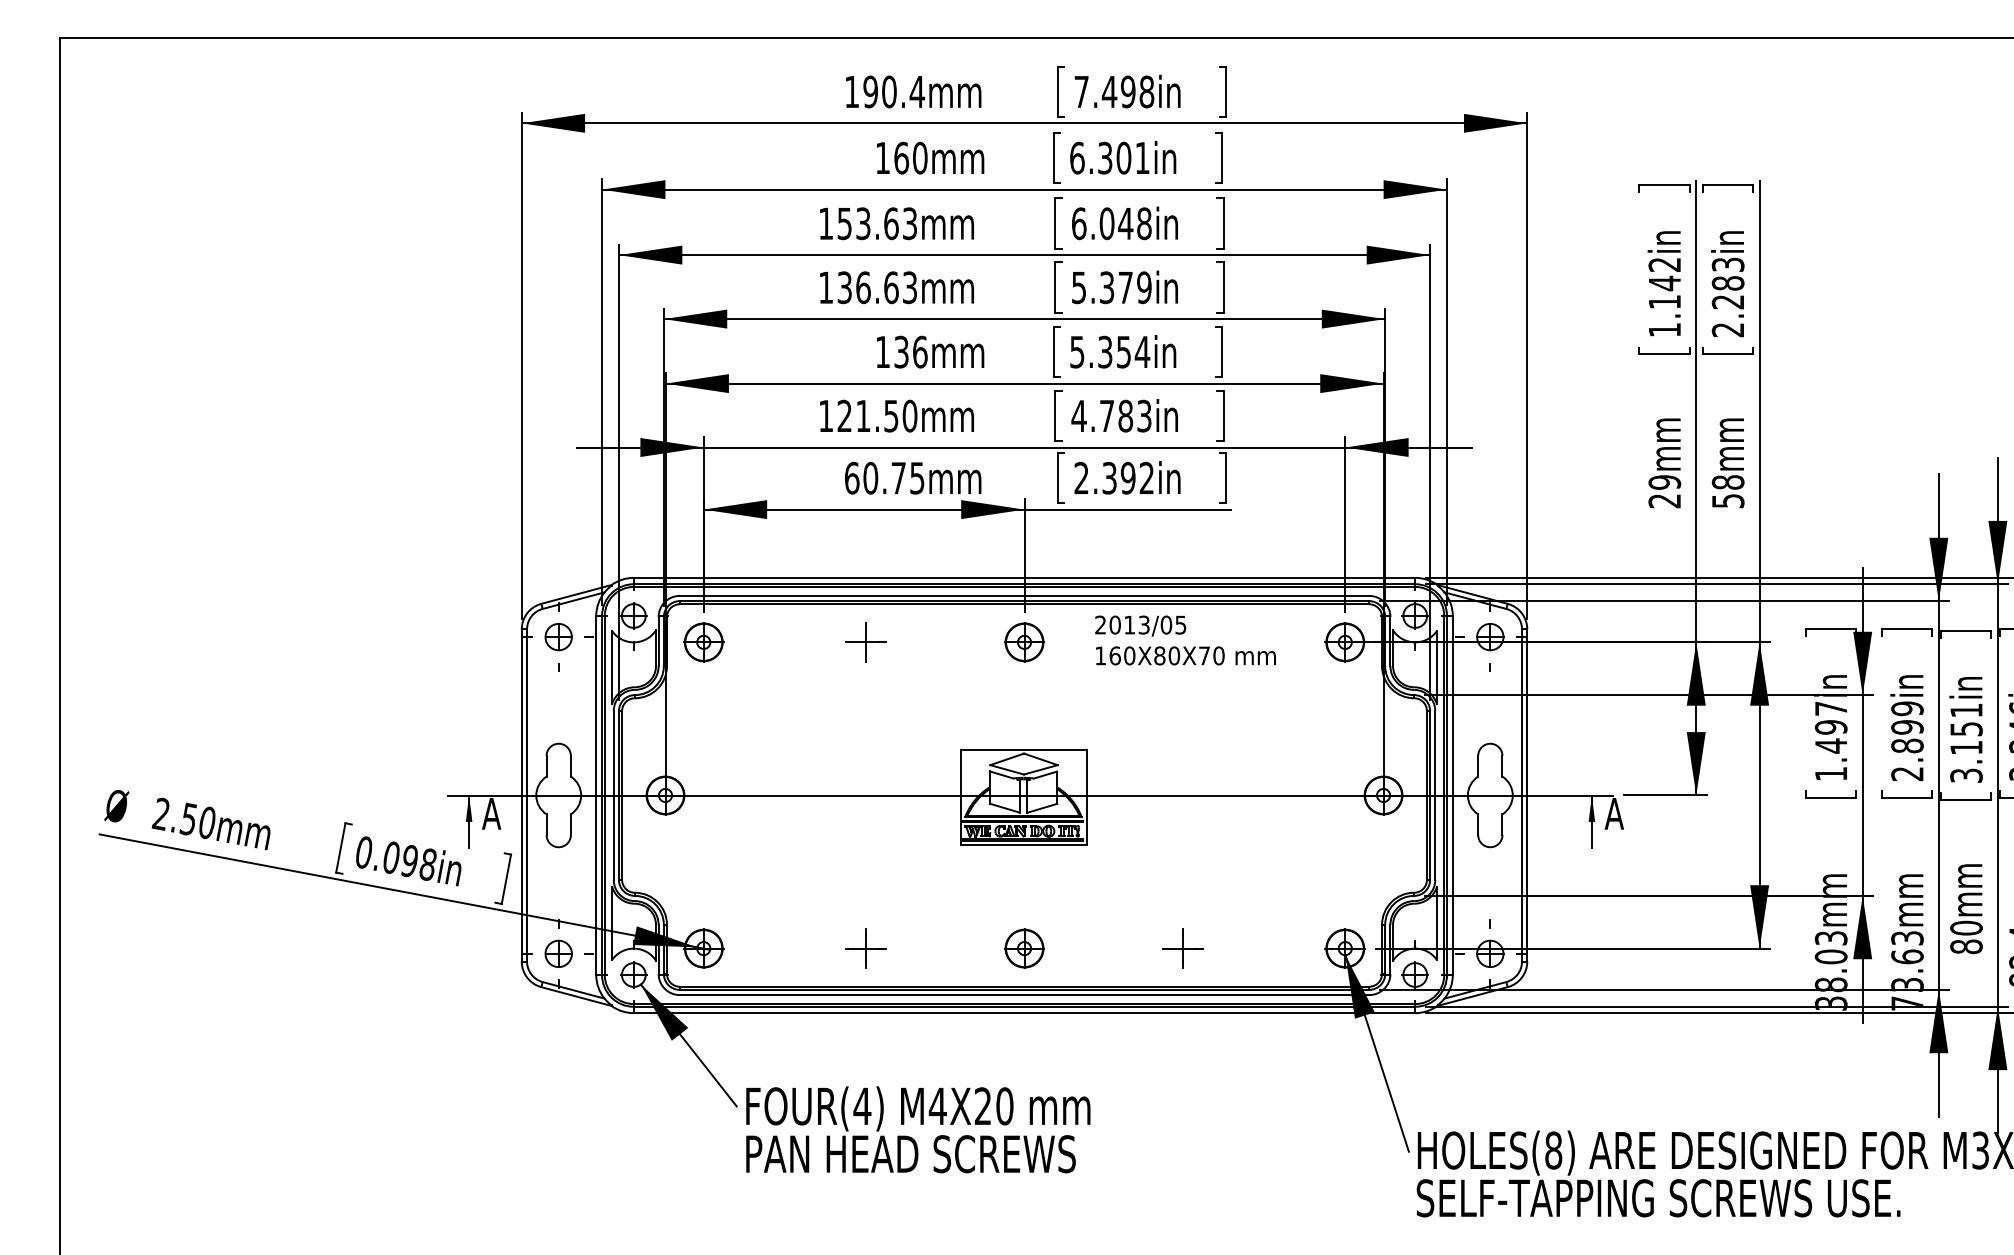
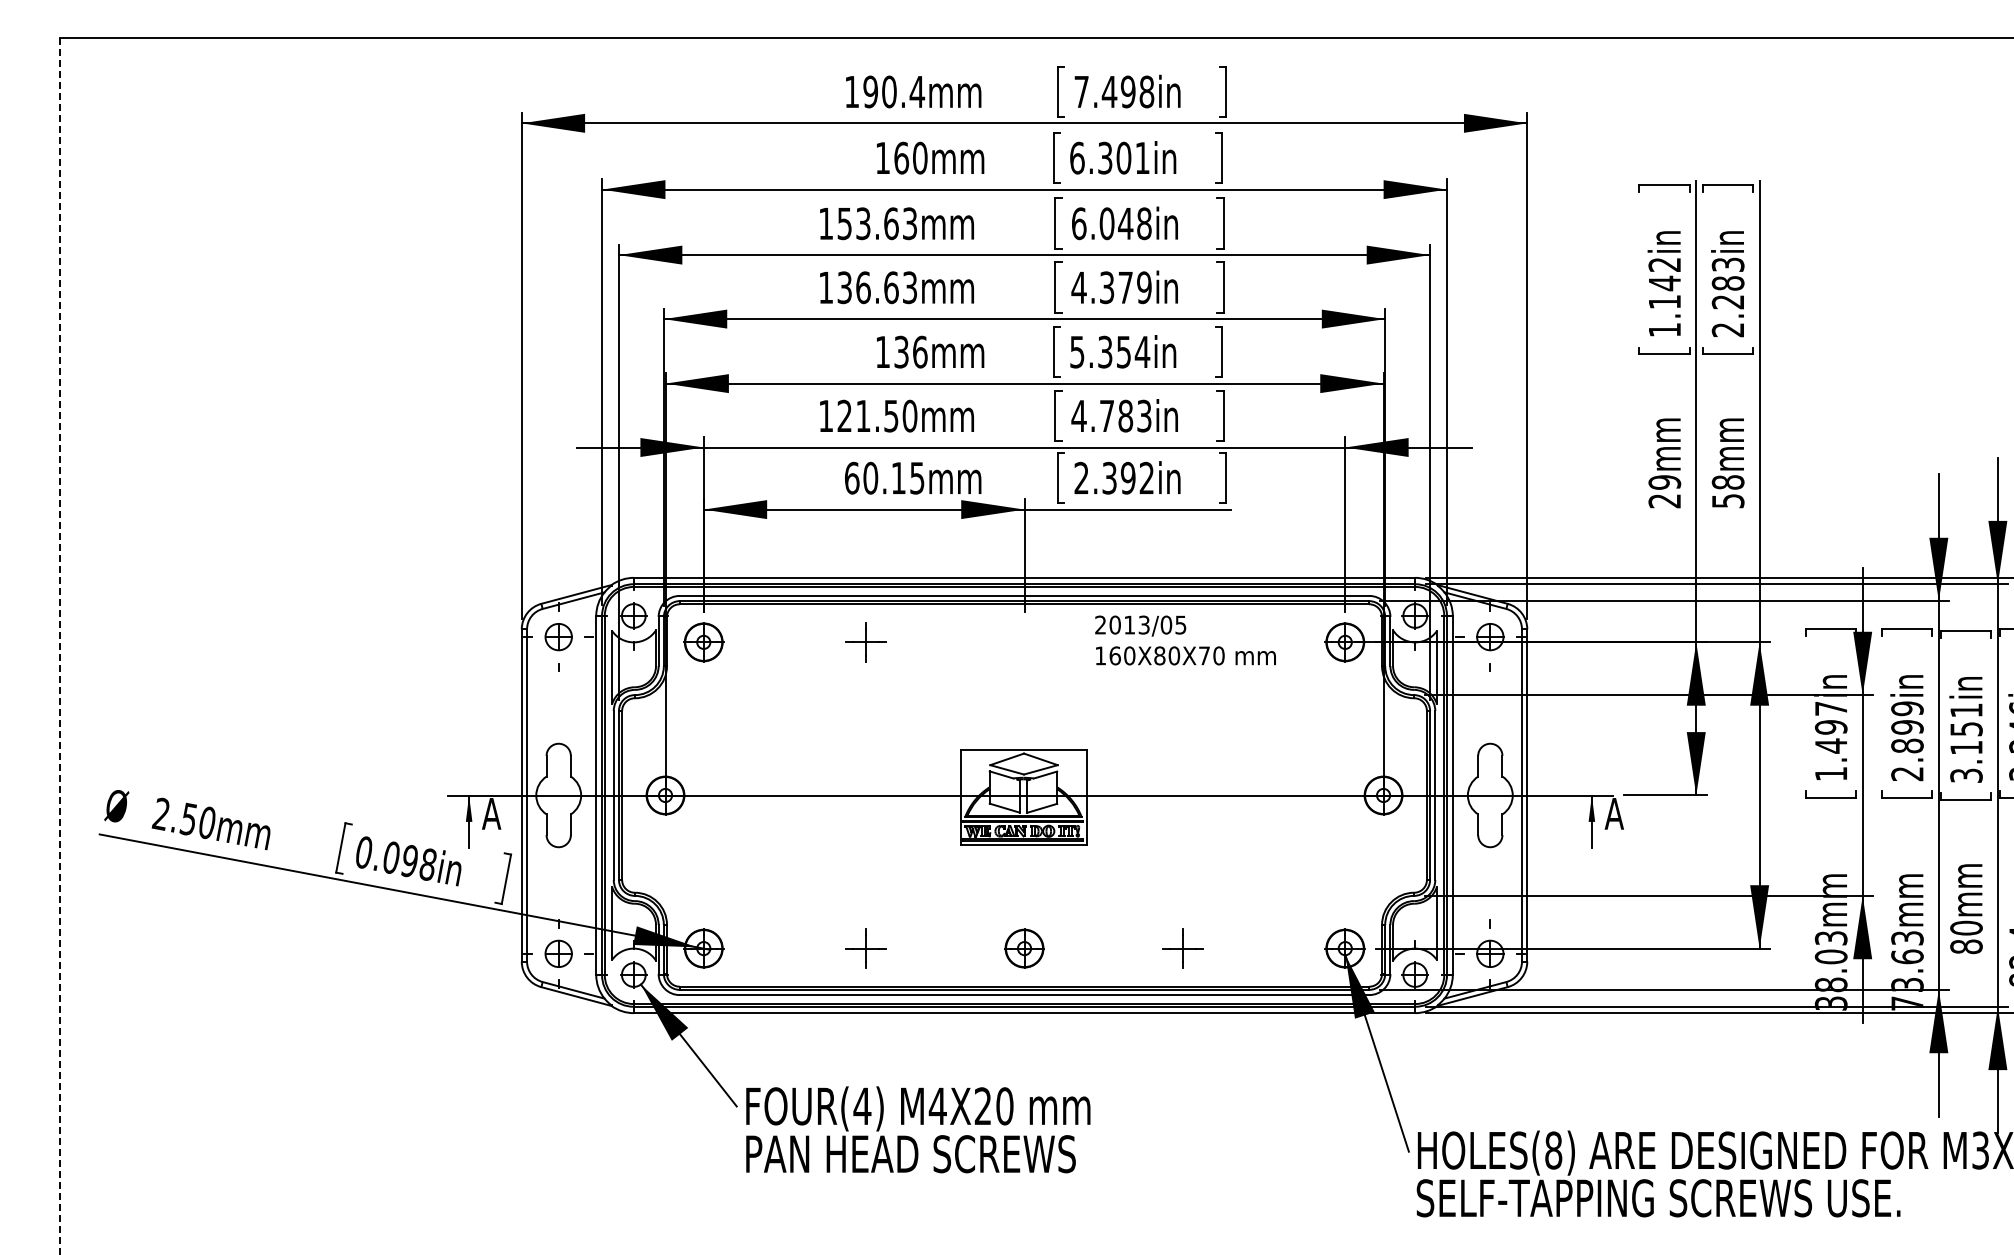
text at (1078, 288): 5.379in -> 4.379in
text at (898, 477): 60.75mm -> 60.15mm
part at (1024, 642): present -> none
line at (60, 646): solid -> dashed
